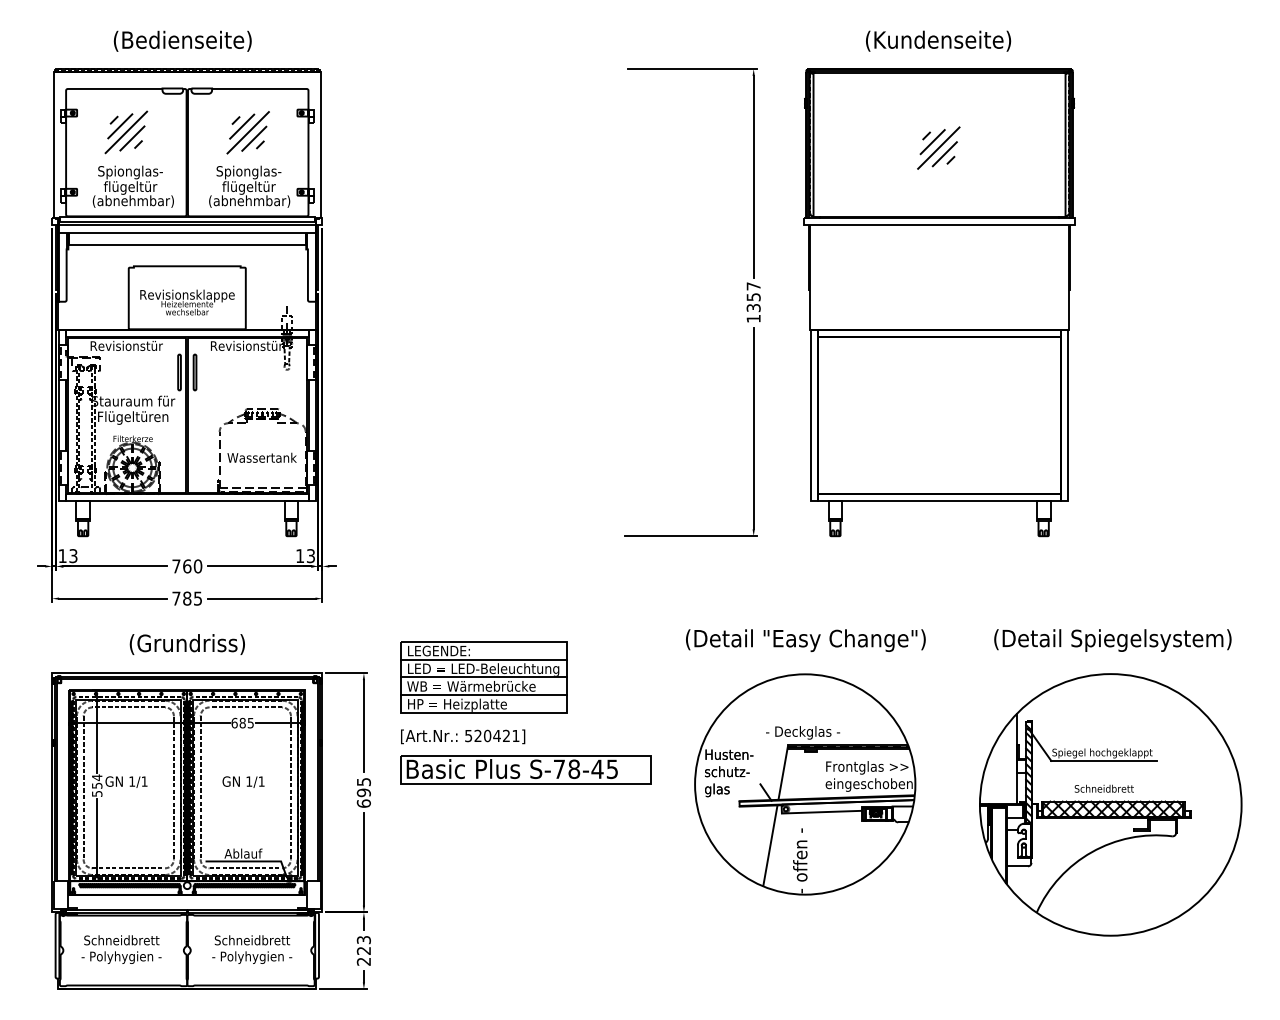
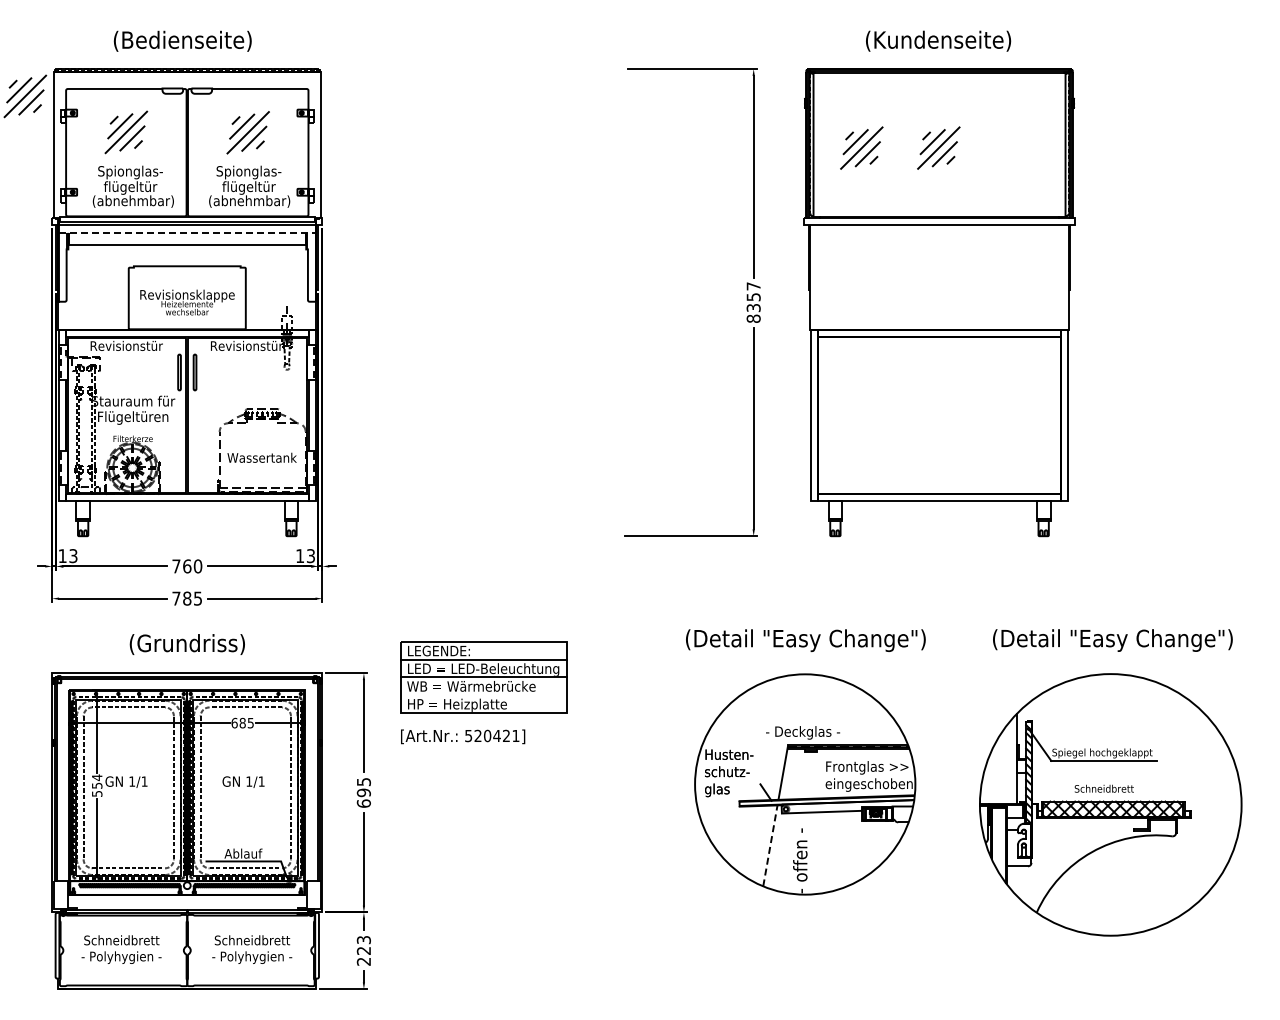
part at (25, 96): none -> present
part at (861, 147): none -> present
line at (187, 232): solid -> dashed
text at (753, 318): 1357 -> 8357
text at (1112, 640): (Detail Spiegelsystem) -> (Detail "Easy Change")
line at (484, 695): present -> none
part at (525, 769): present -> none
line at (770, 845): solid -> dashed
